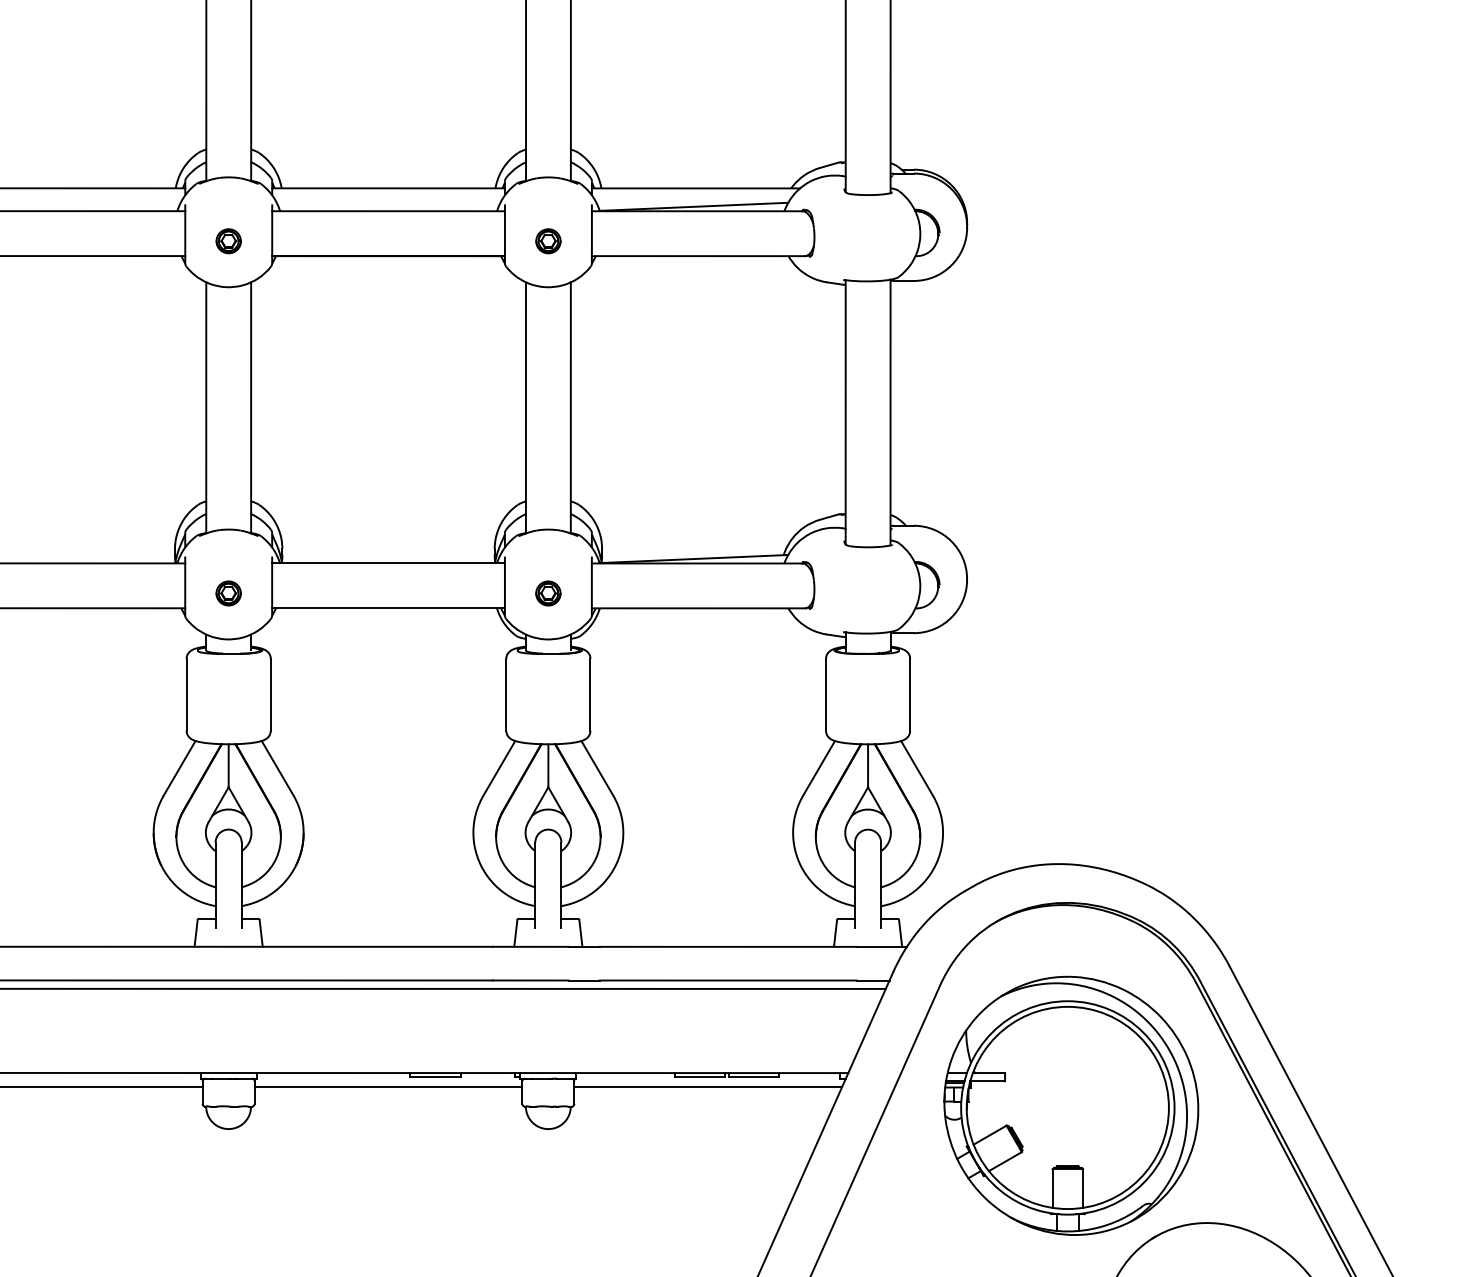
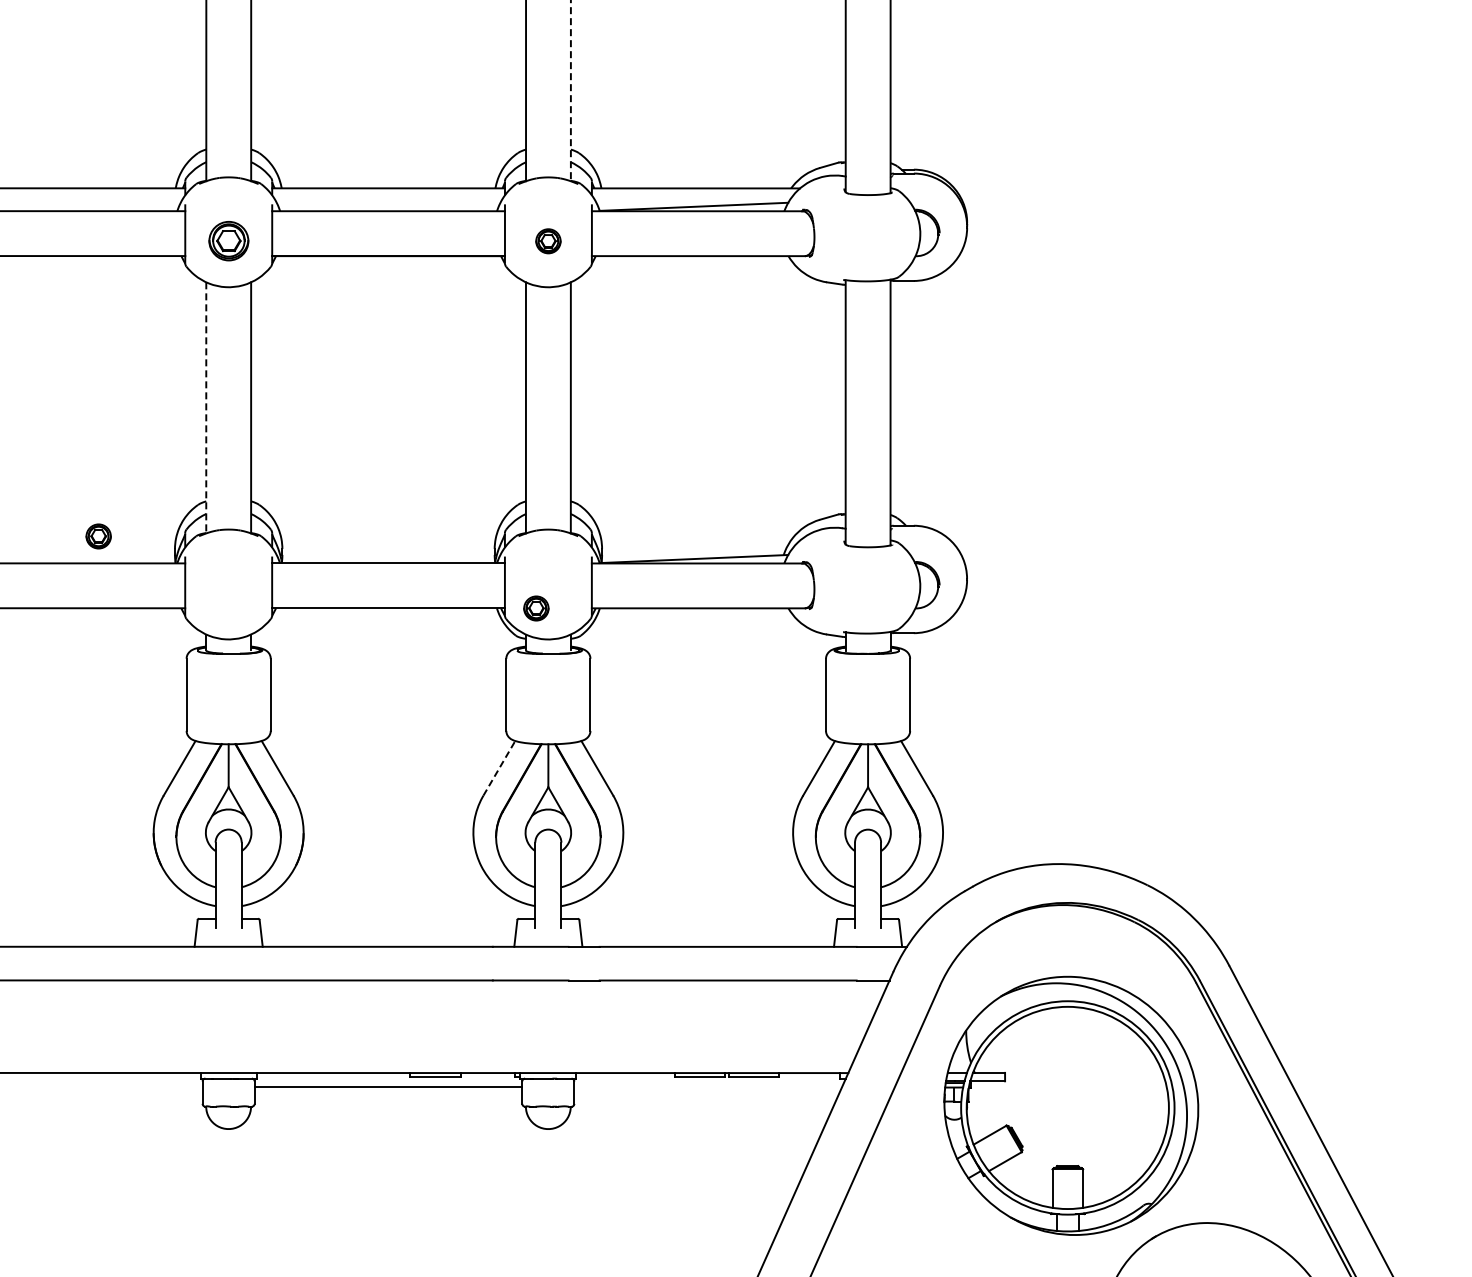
line at (570, 91): solid -> dashed
part at (228, 241) size: 27x27 px -> 42x41 px
line at (206, 407): solid -> dashed
part at (228, 593) position: (228, 593) -> (98, 536)
part at (548, 593) position: (548, 593) -> (536, 608)
line at (499, 768): solid -> dashed
line at (443, 988): present -> none
line at (102, 1086): present -> none
line at (708, 1086): present -> none
